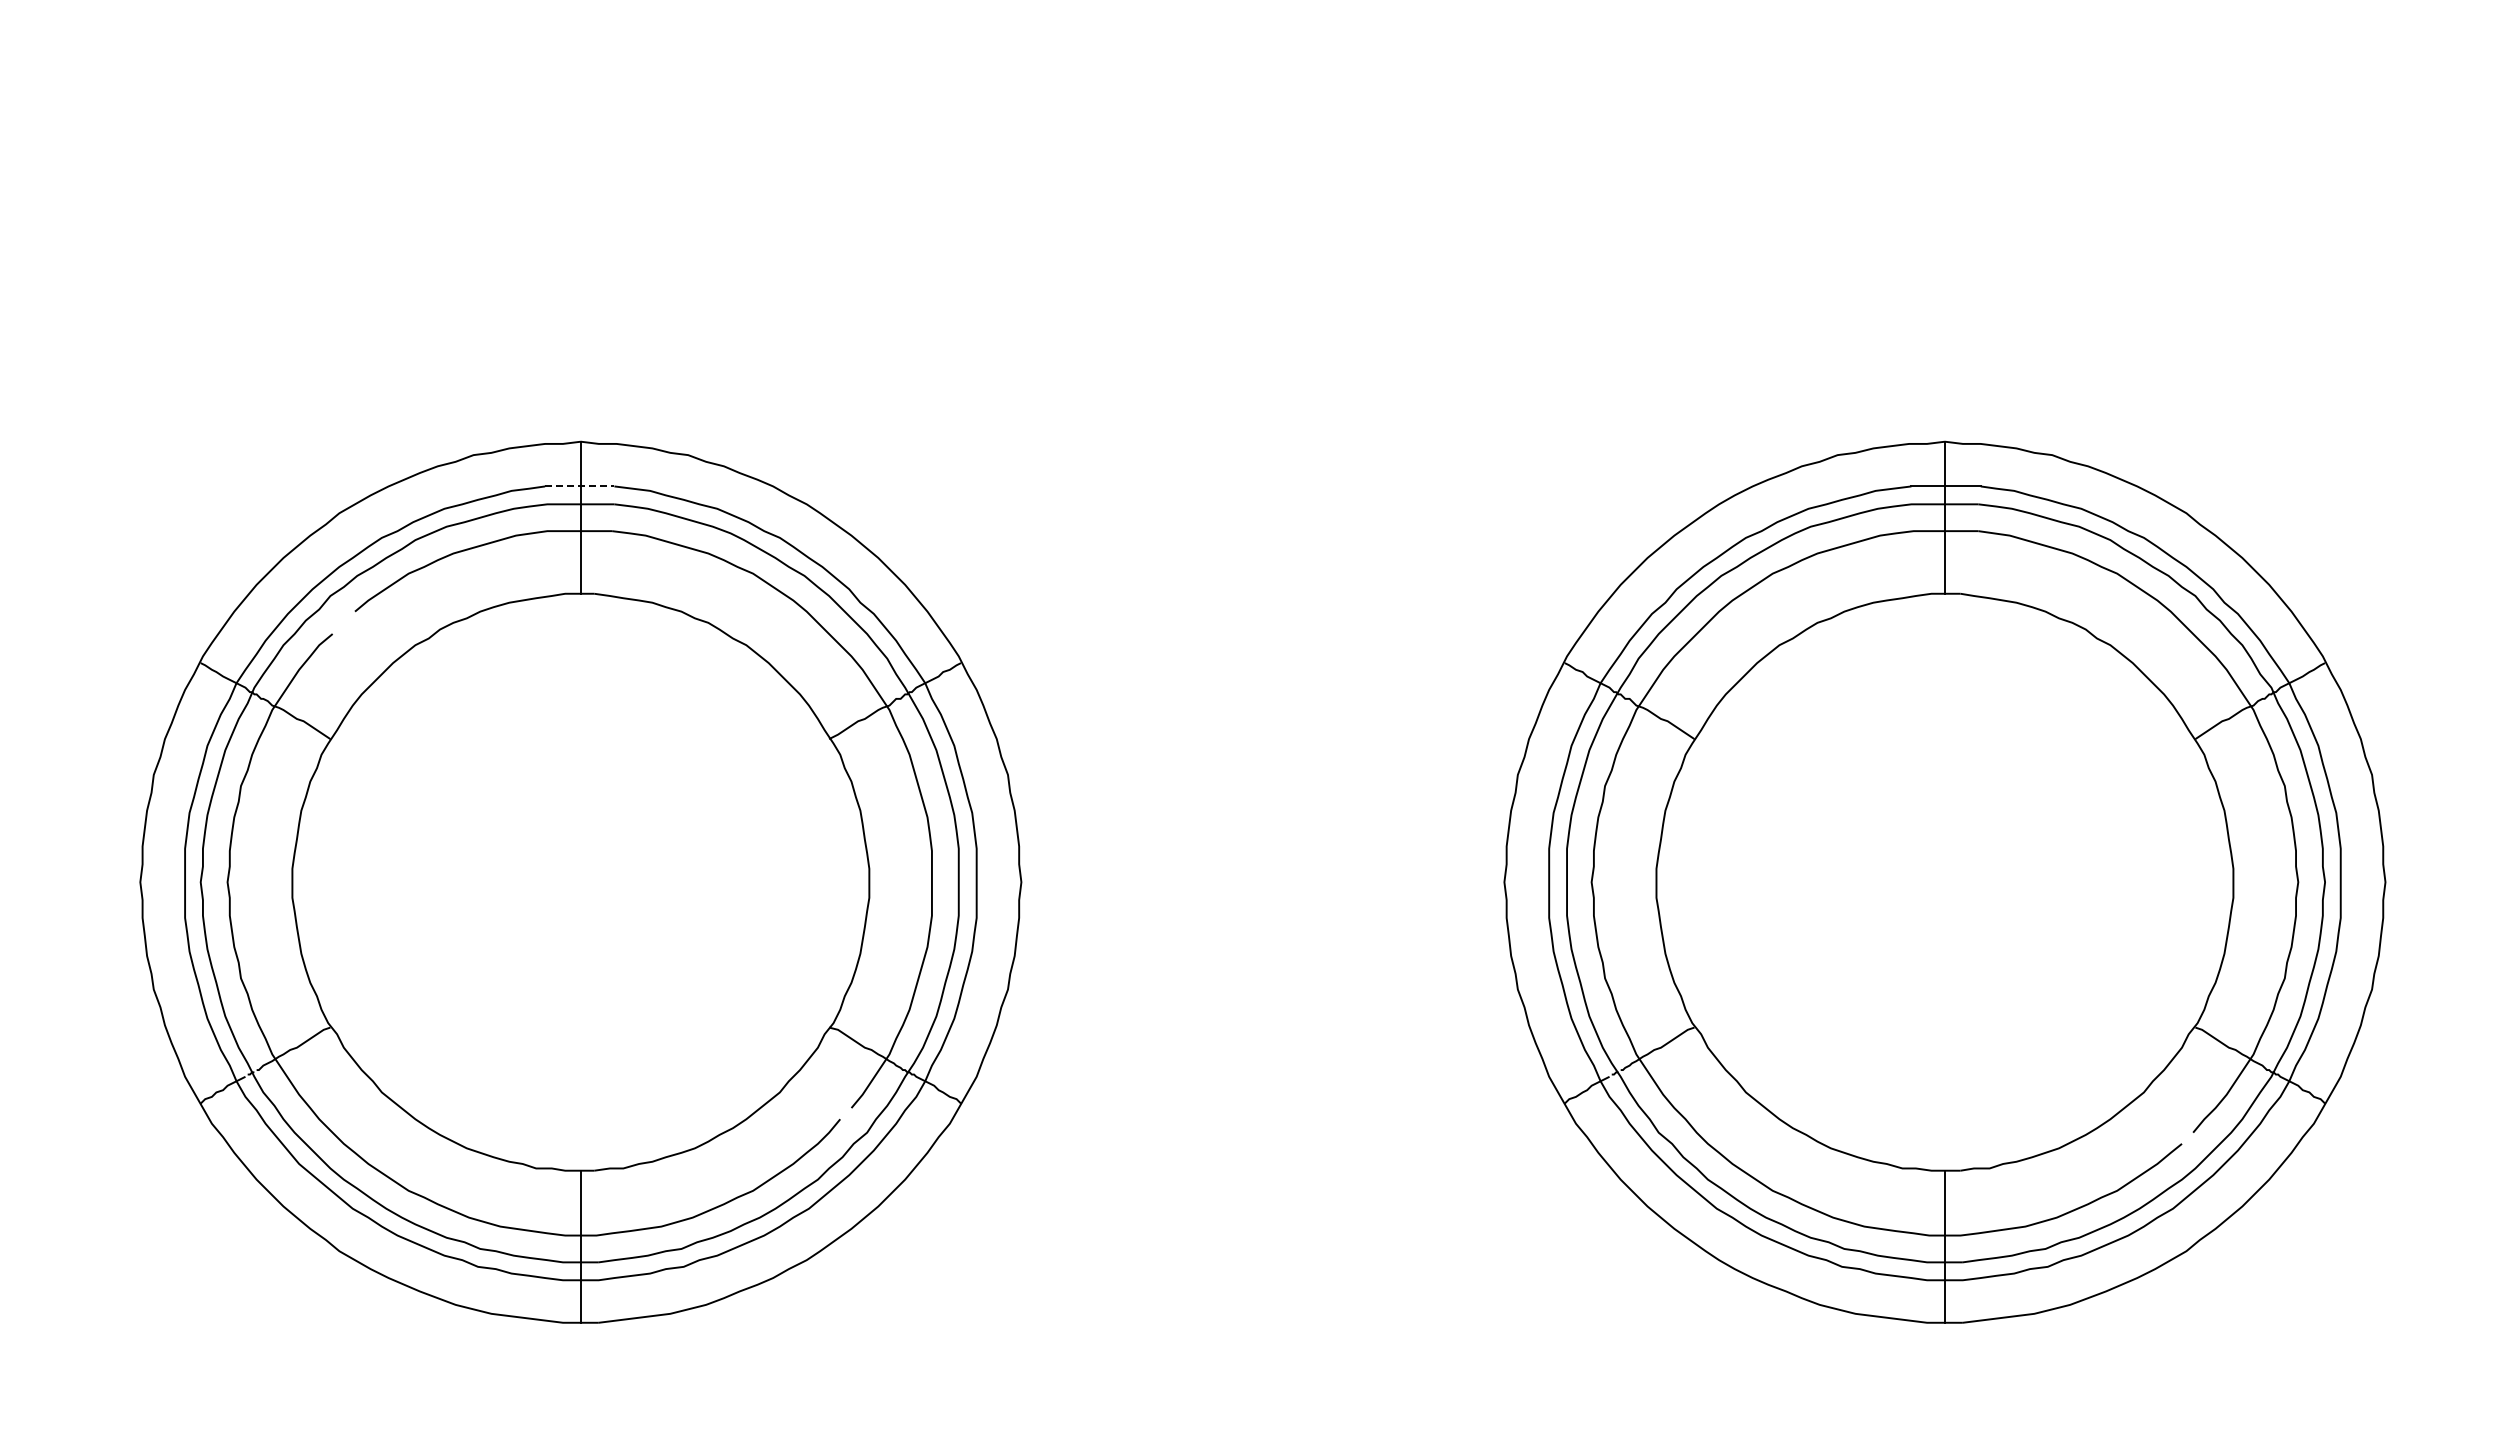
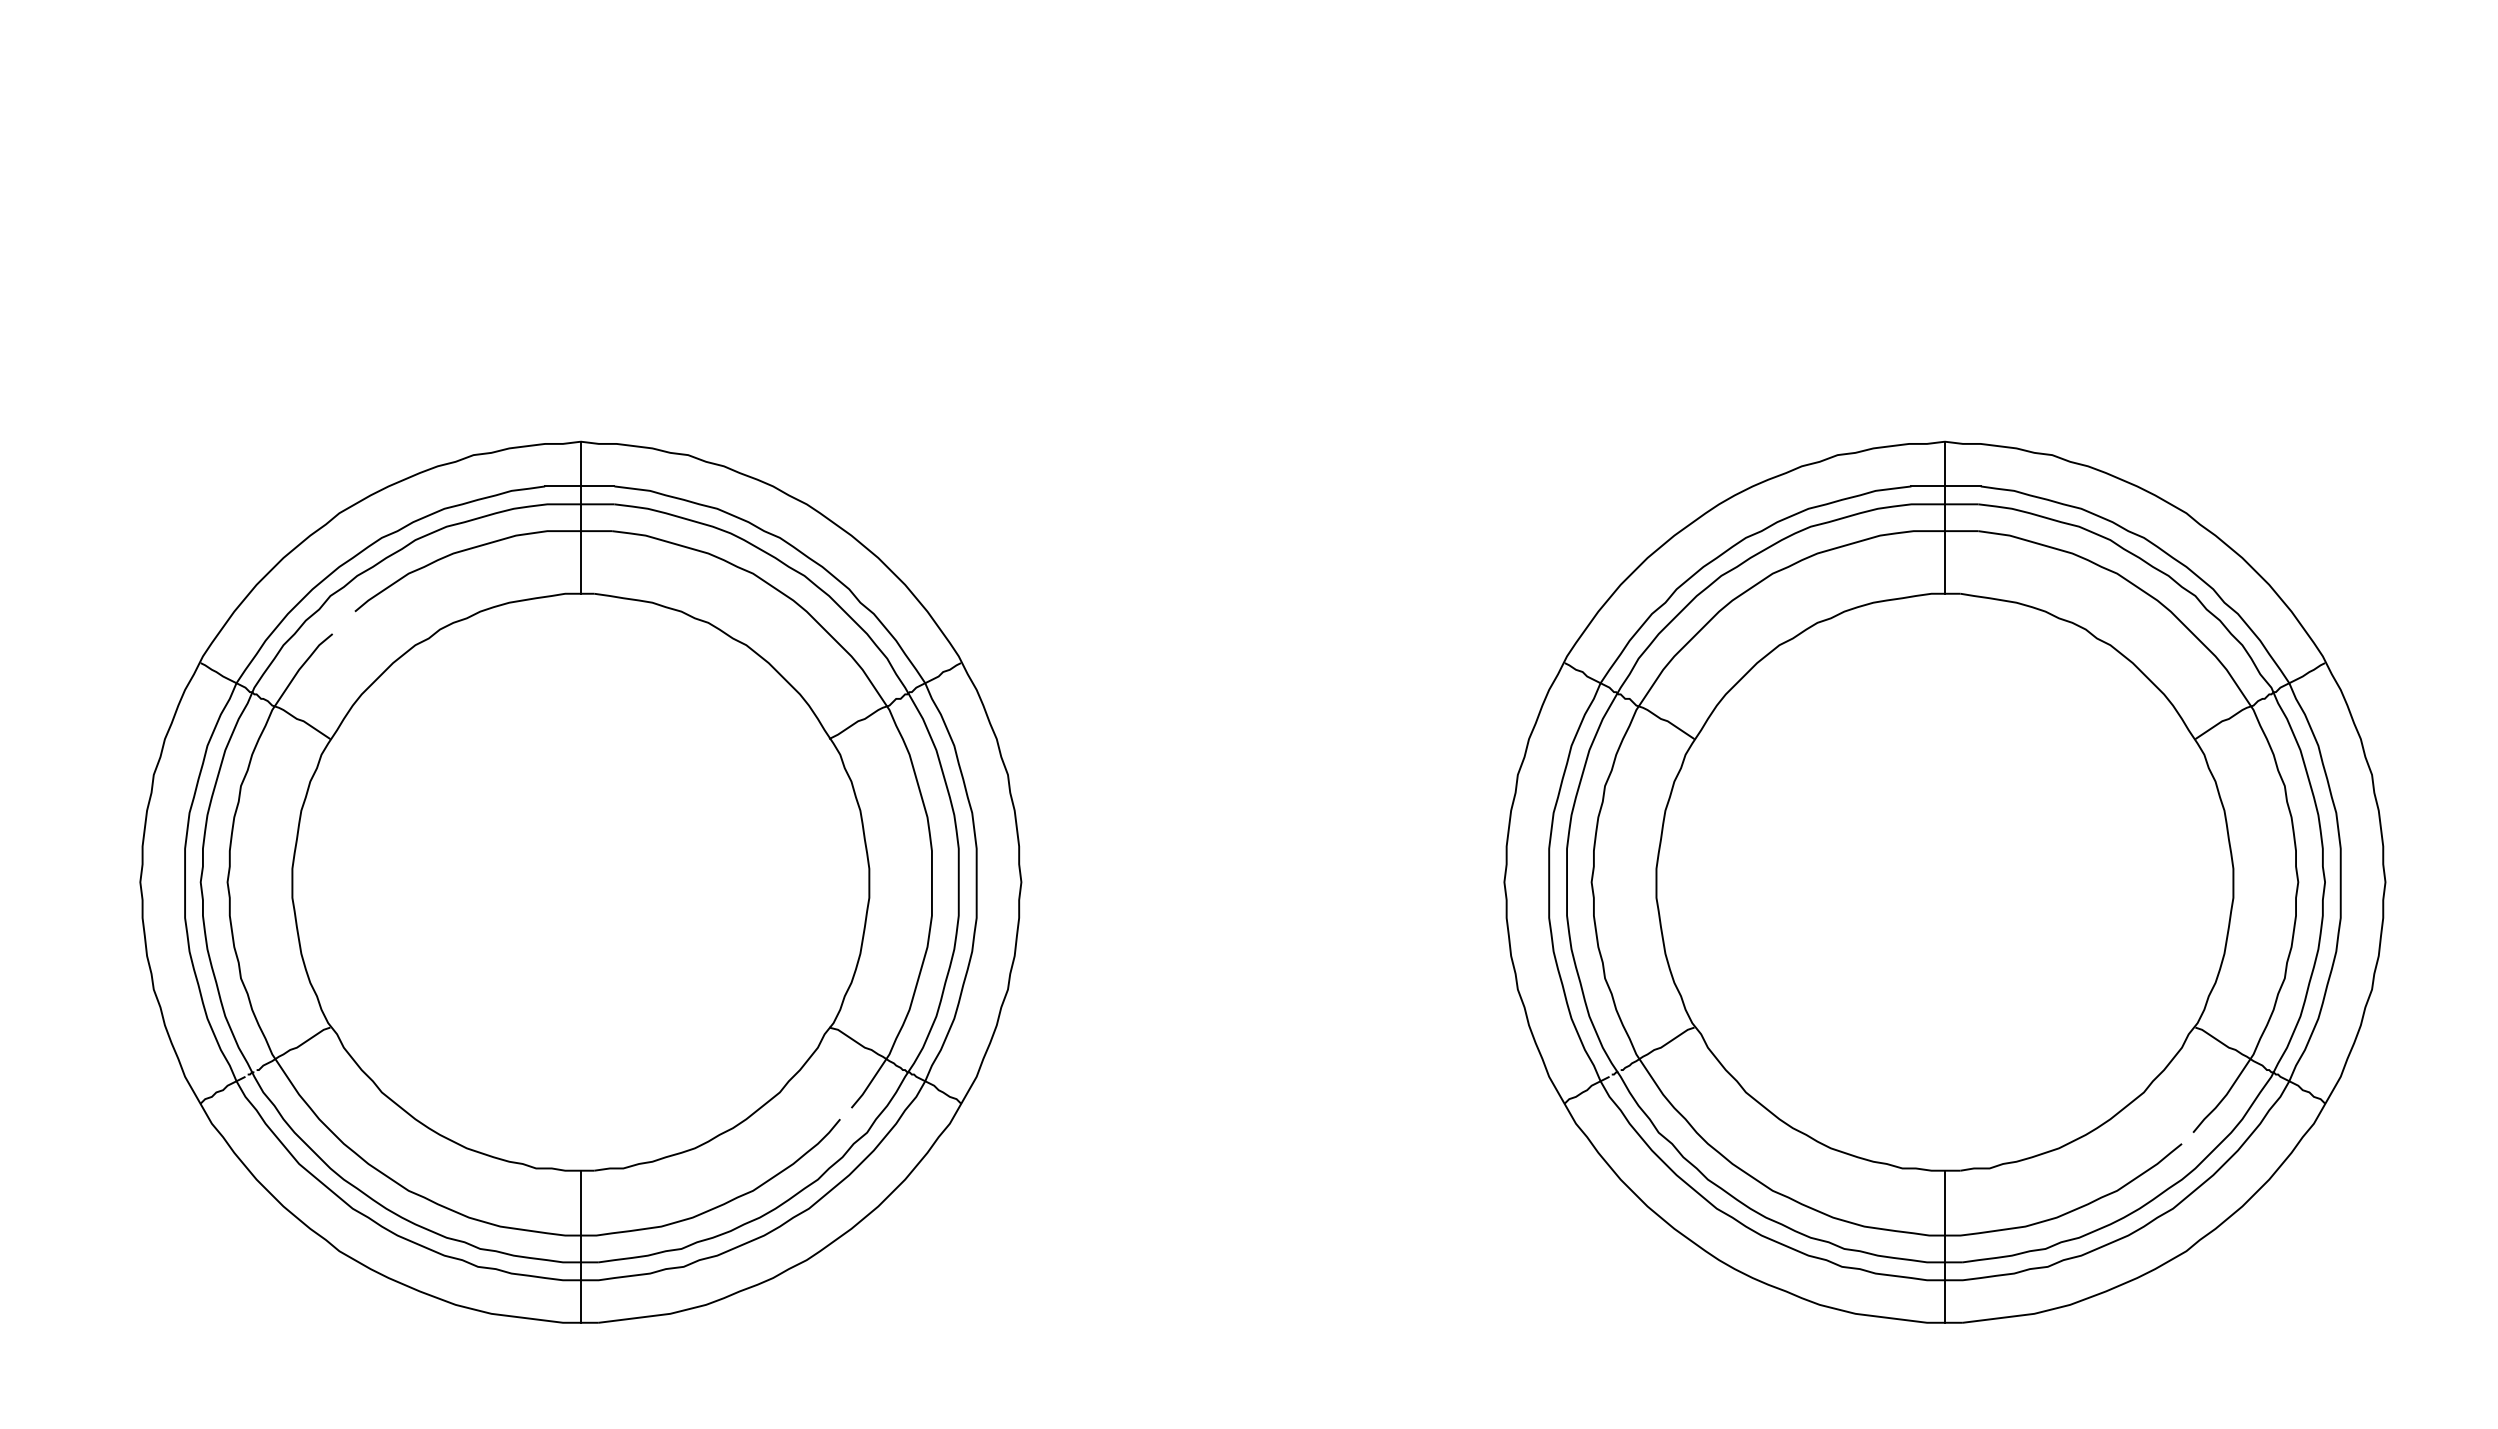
line at (579, 486): dashed -> solid
